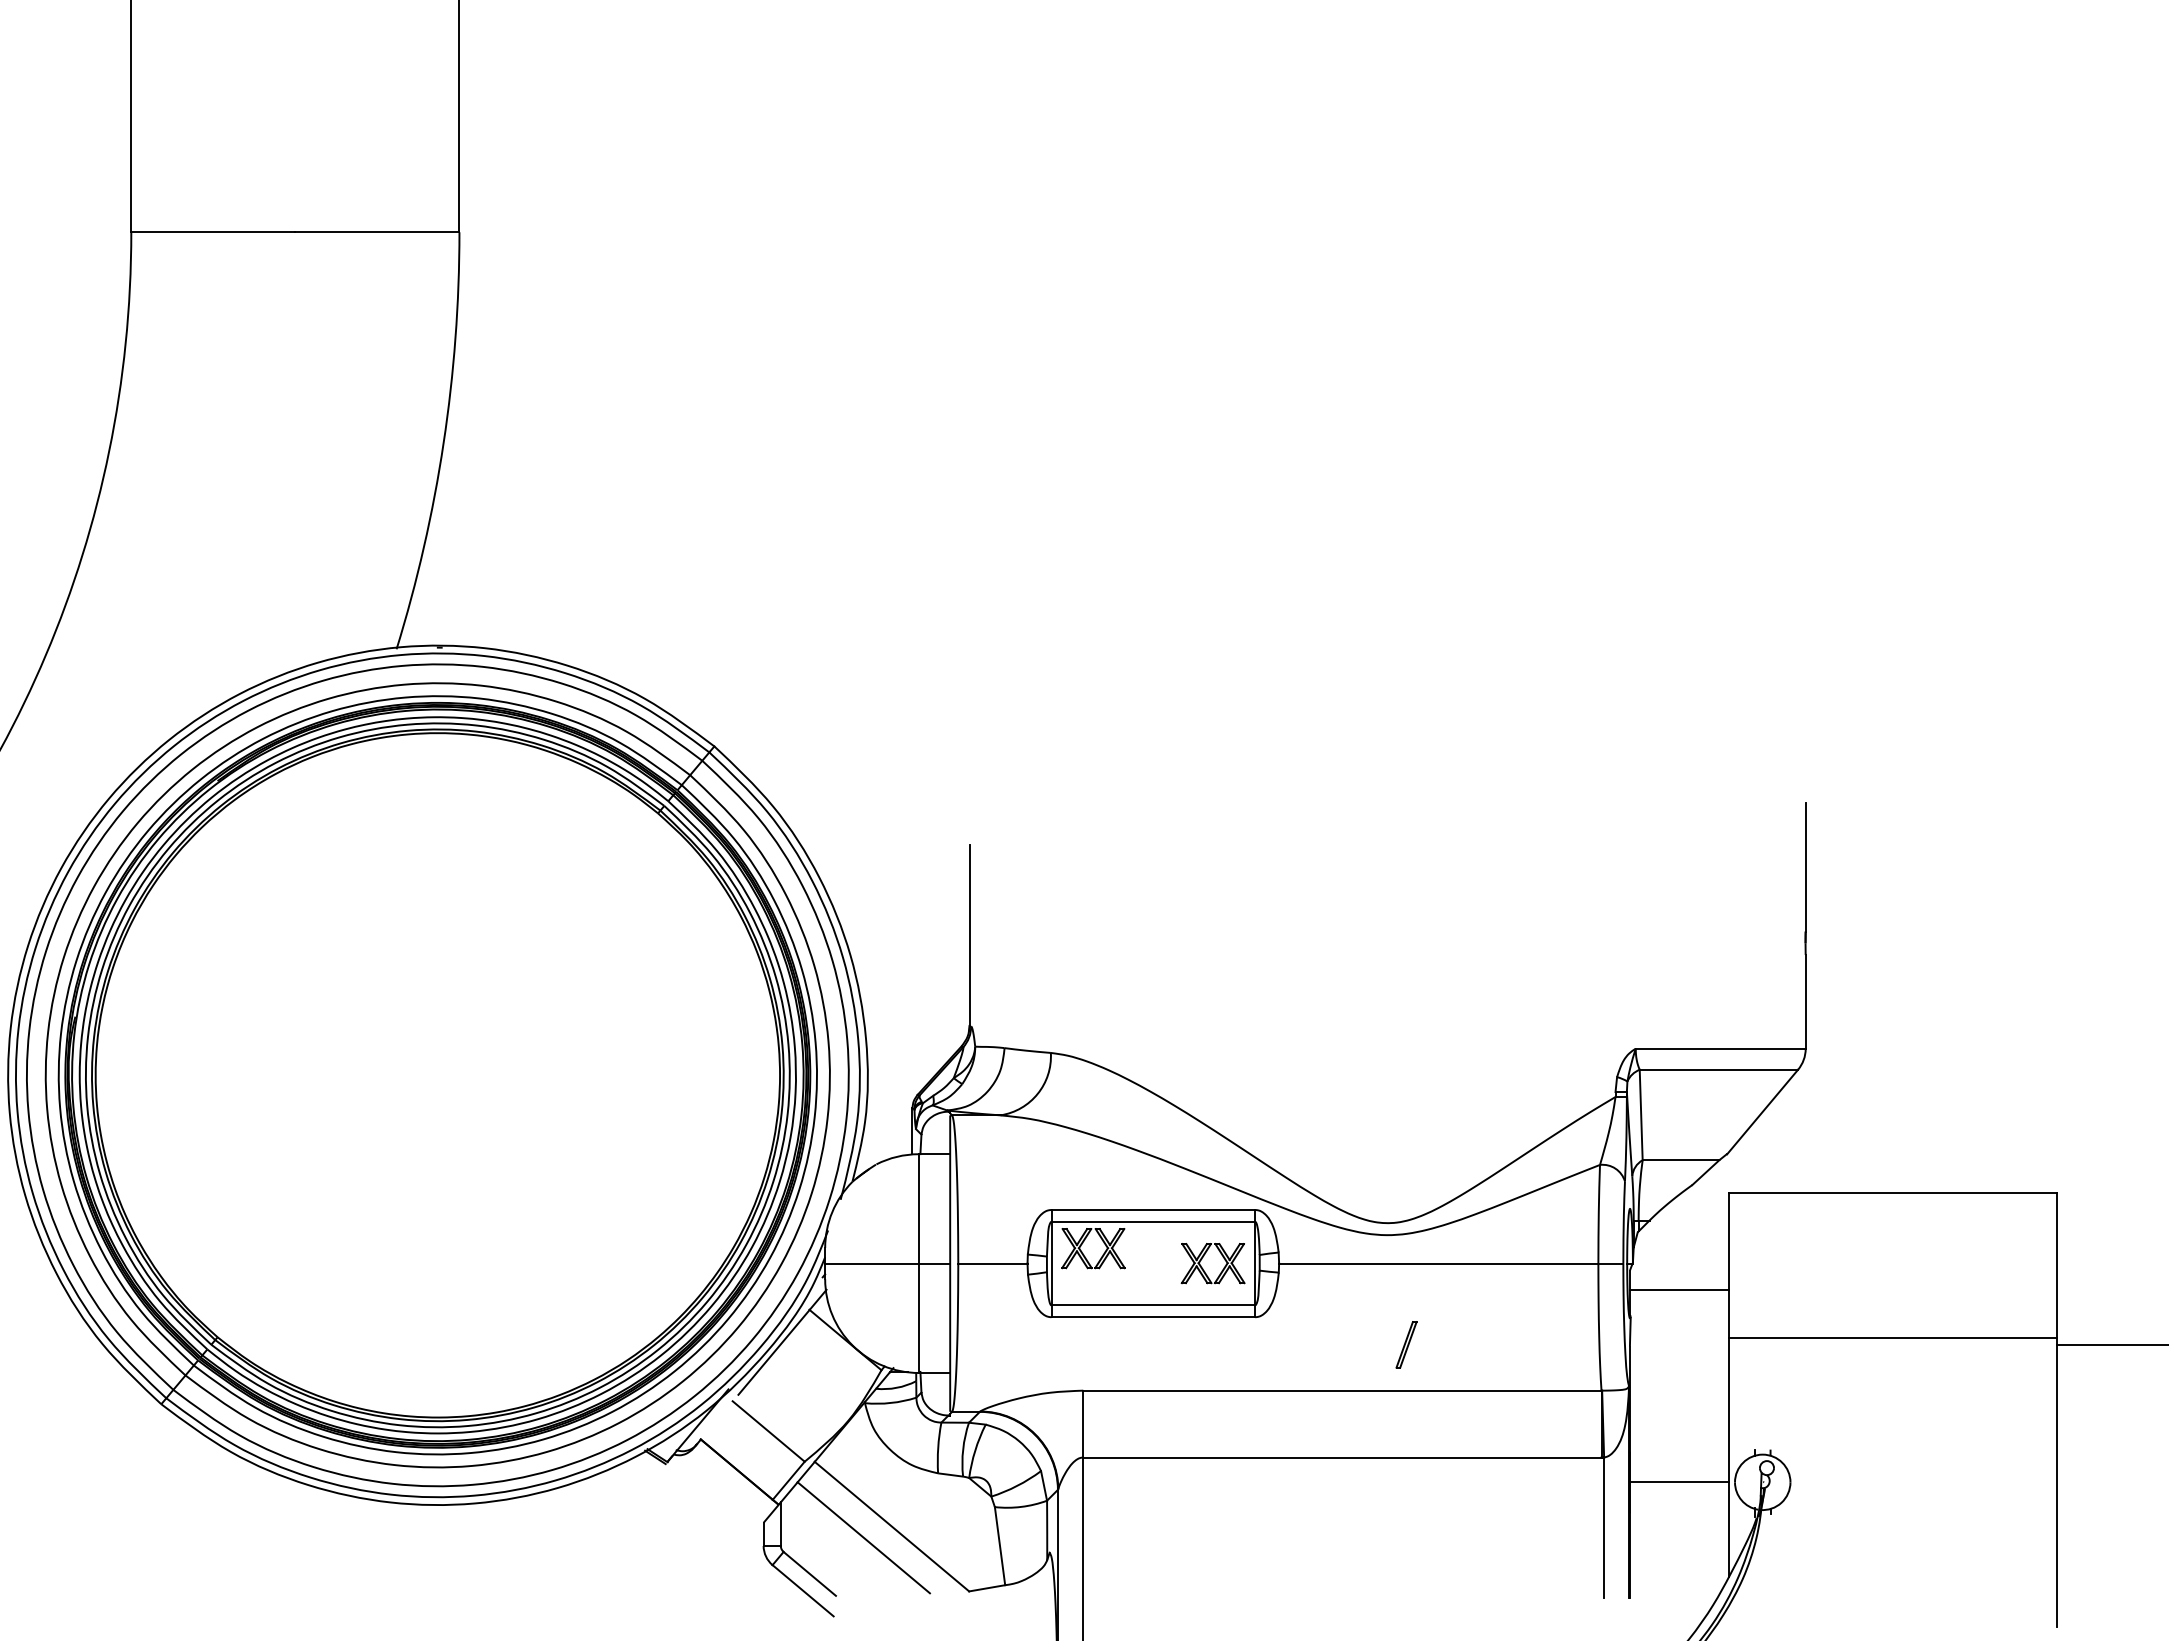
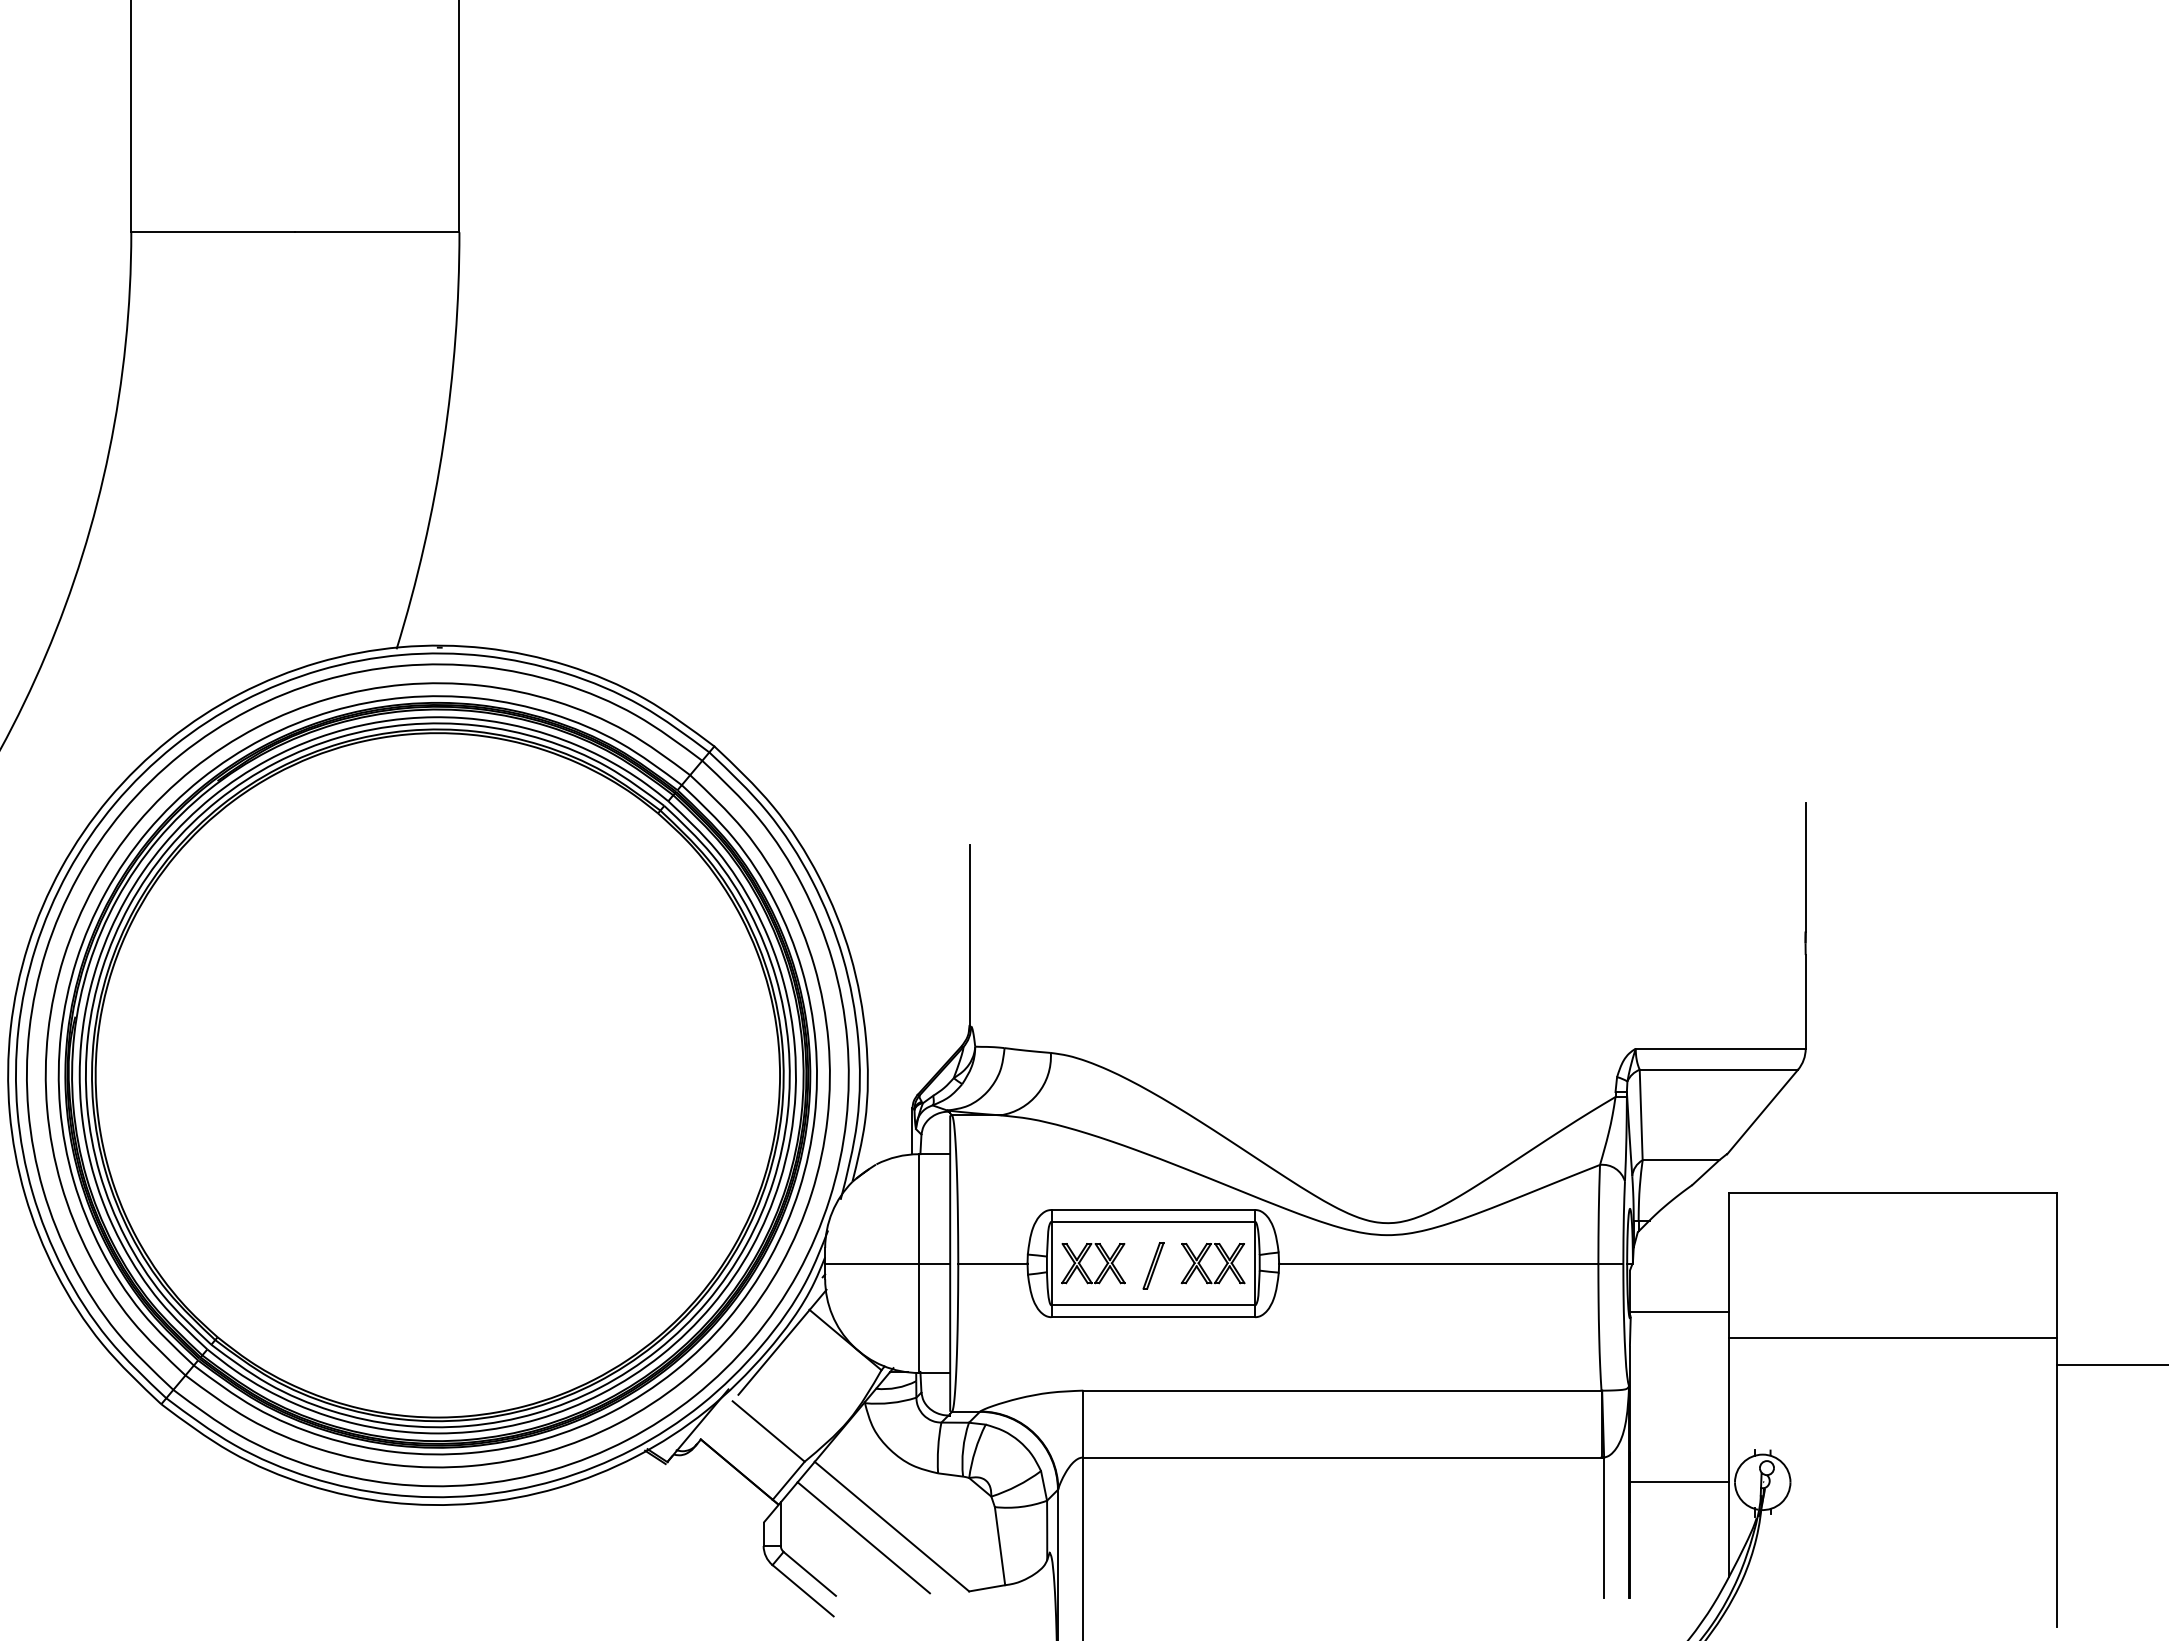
part at (1084, 1254) position: (1084, 1254) -> (1084, 1269)
line at (1679, 1290) position: (1679, 1290) -> (1679, 1312)
part at (1406, 1344) position: (1406, 1344) -> (1153, 1265)
line at (2111, 1345) position: (2111, 1345) -> (2111, 1365)
